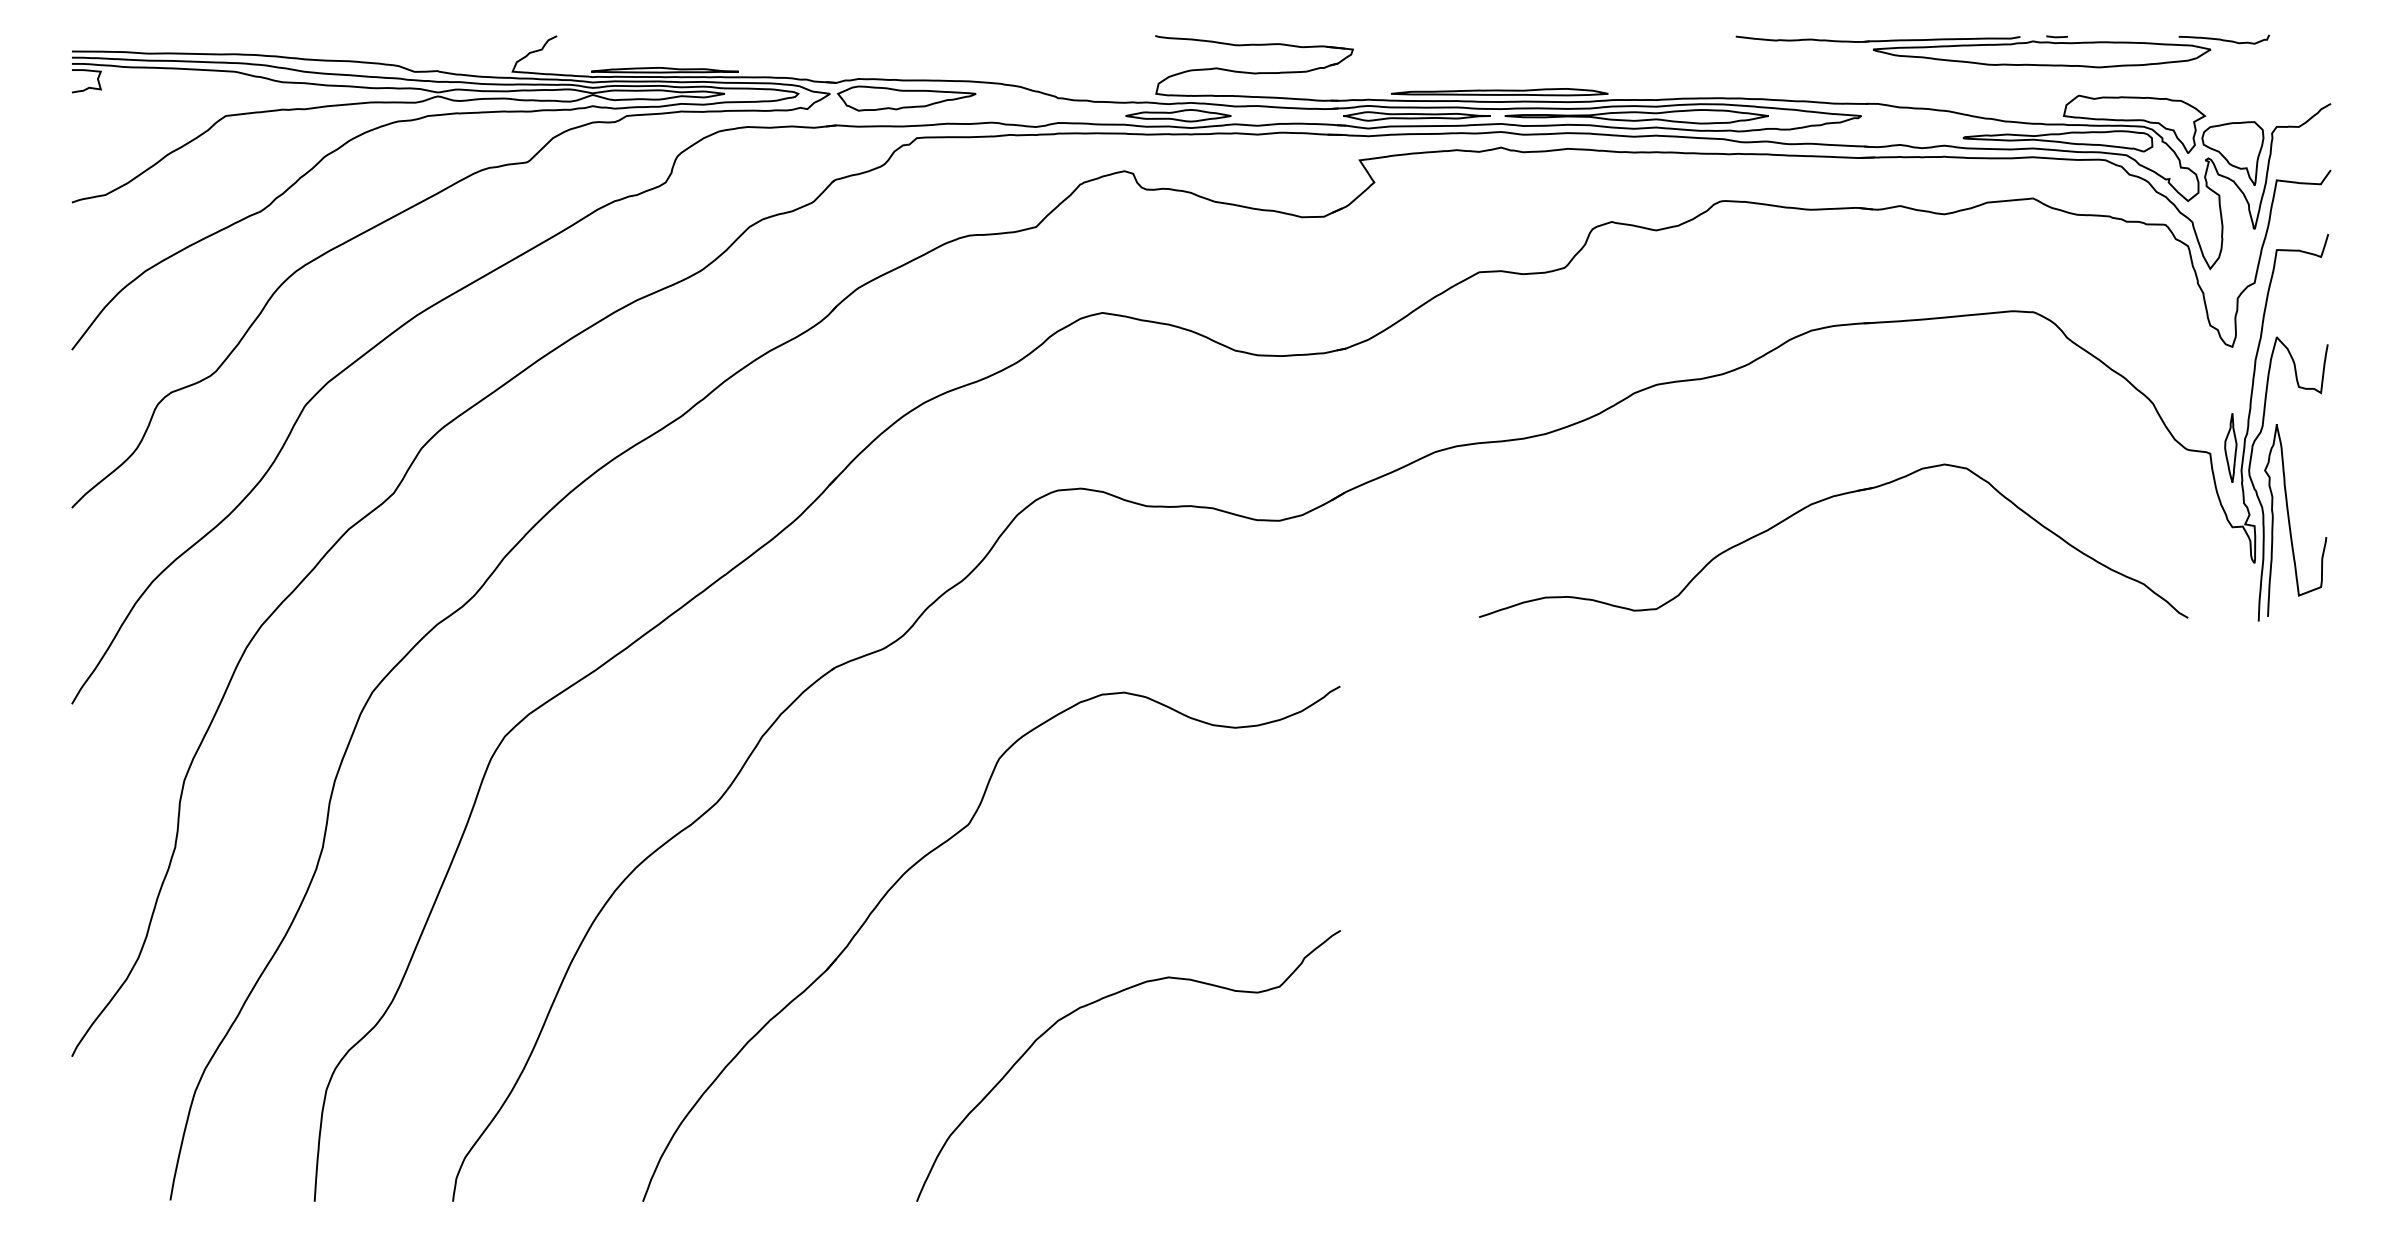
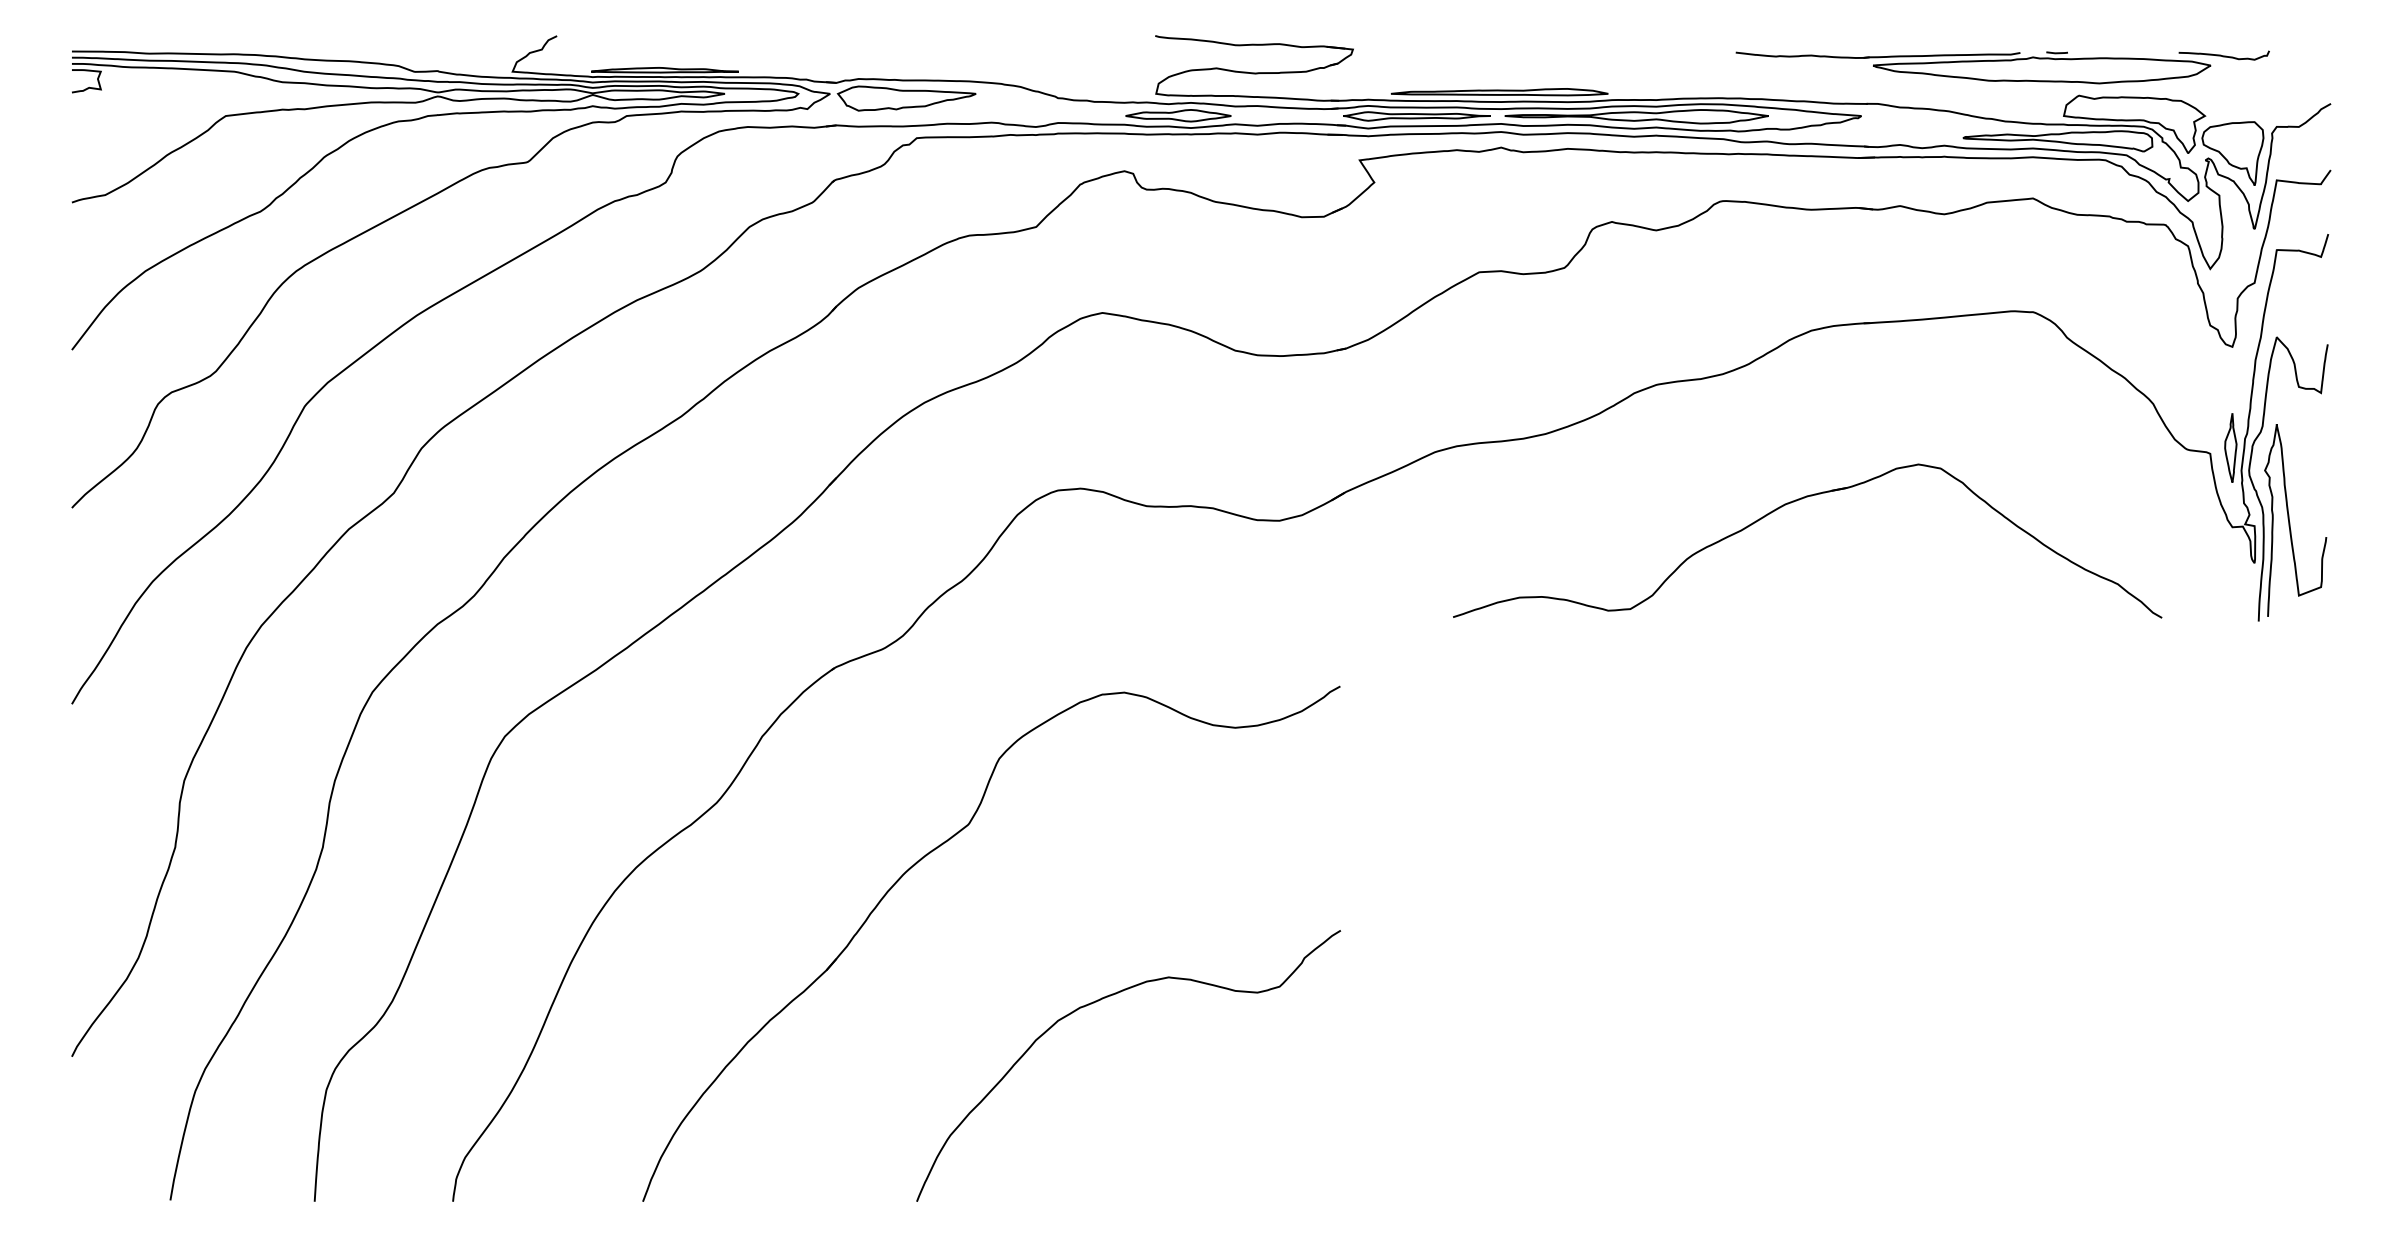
part at (2002, 51) position: (2002, 51) -> (2002, 67)
part at (1820, 502) position: (1820, 502) -> (1794, 502)
